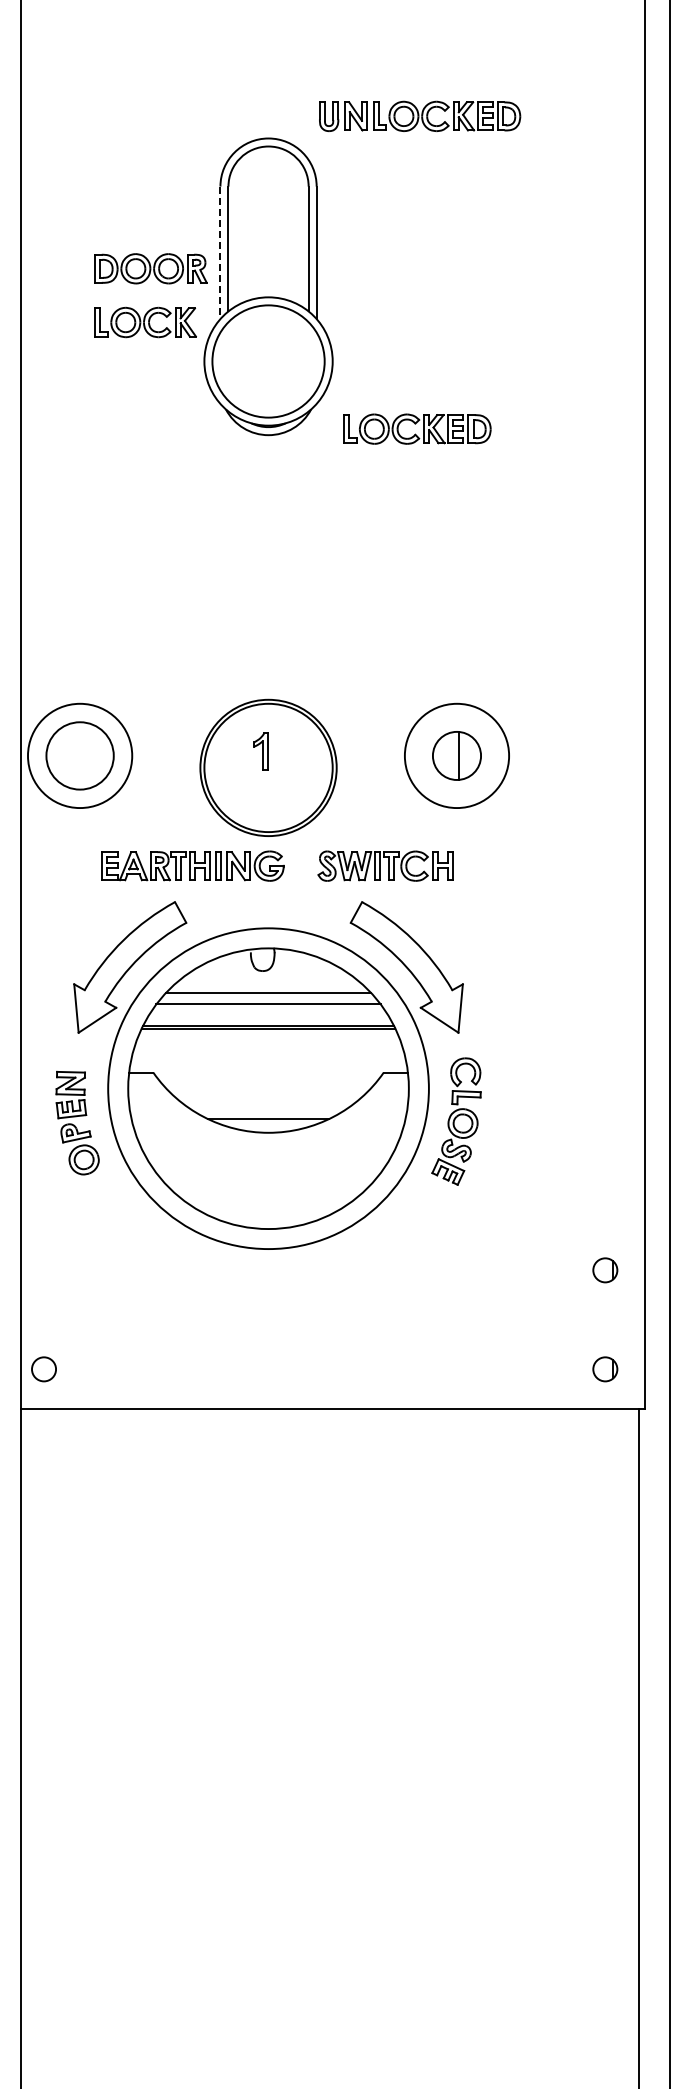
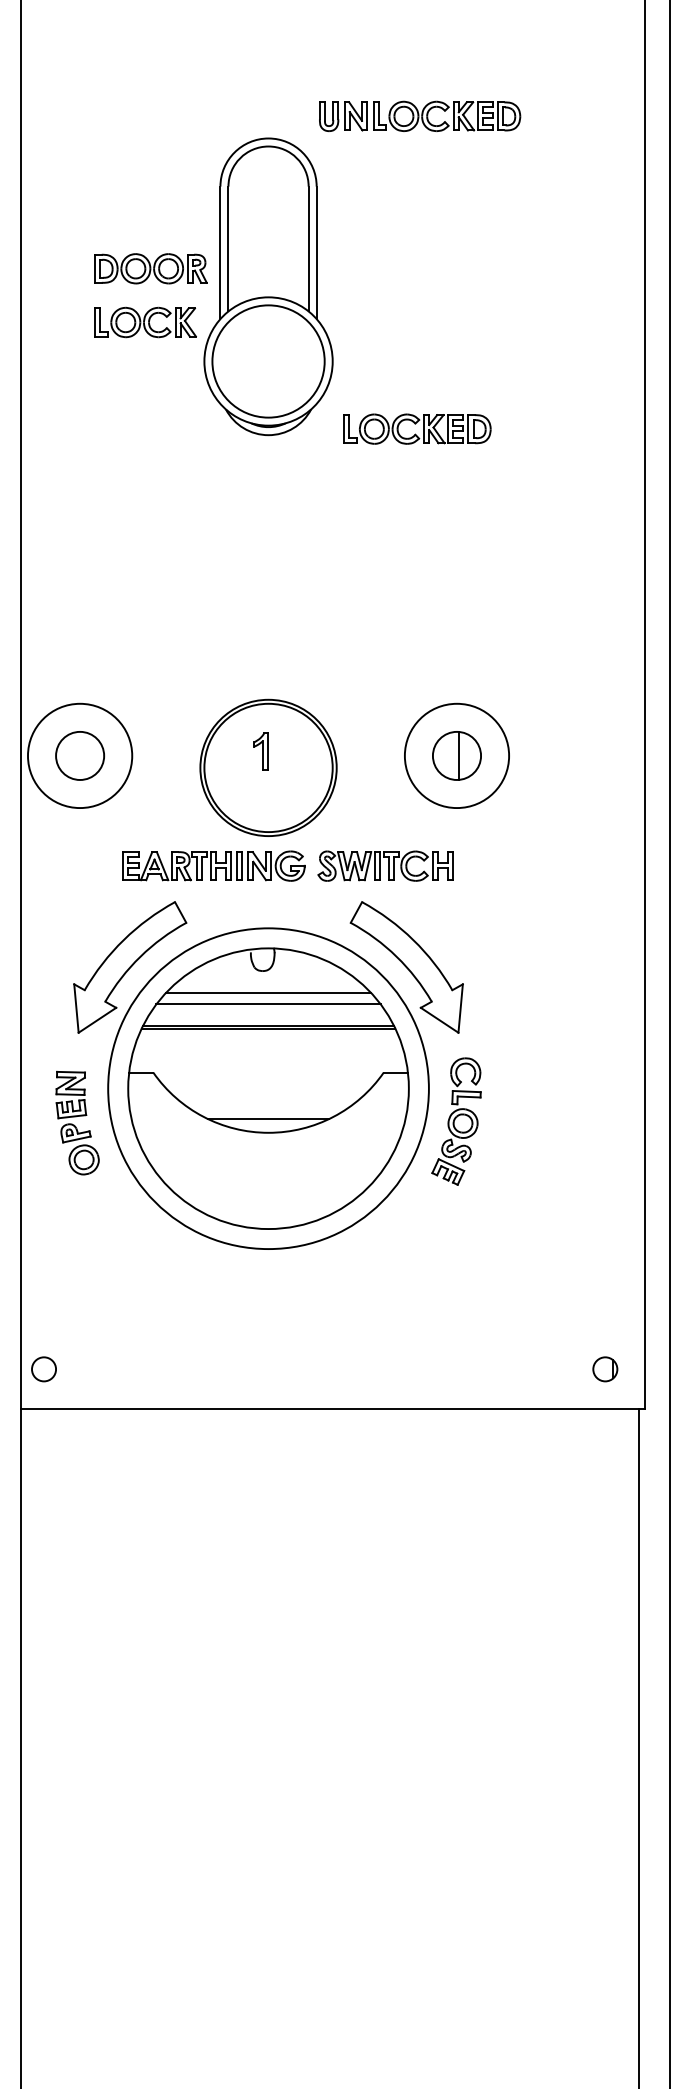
line at (220, 253): dashed -> solid
circle at (79, 755) diameter: 67 px -> 48 px
part at (192, 865) position: (192, 865) -> (213, 865)
part at (605, 1270): present -> none
